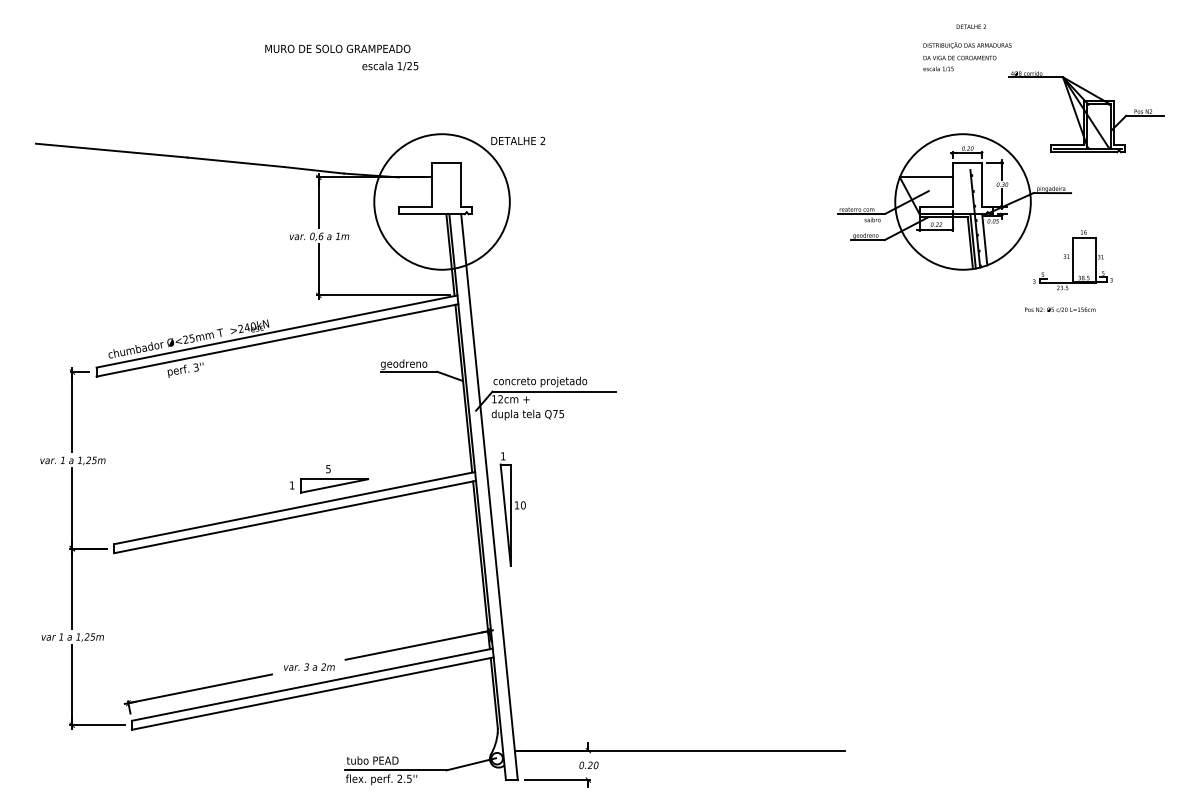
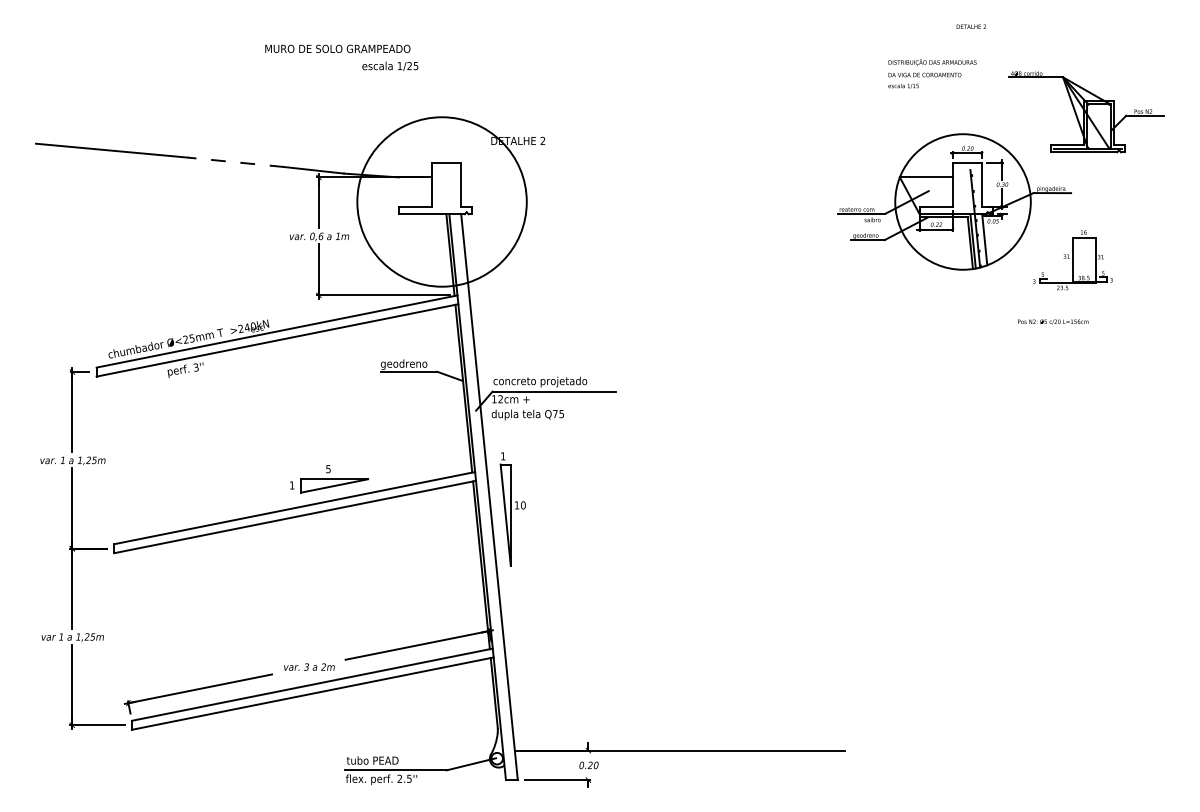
text at (967, 56) position: (967, 56) -> (932, 73)
line at (235, 162): solid -> dashed
circle at (441, 201) diameter: 136 px -> 169 px
text at (1060, 309) position: (1060, 309) -> (1053, 321)
